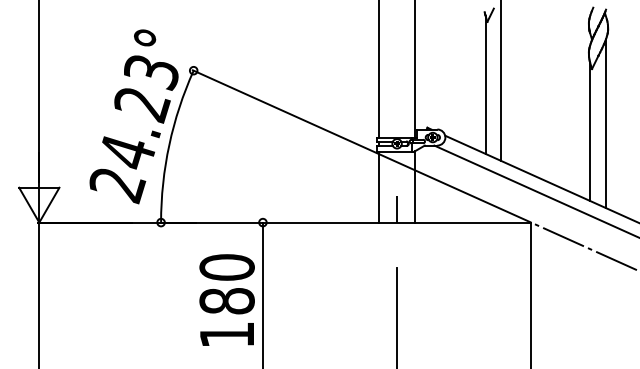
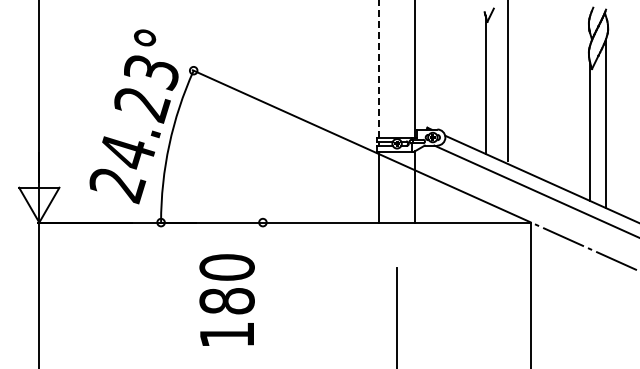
line at (378, 68): solid -> dashed
line at (500, 81) position: (500, 81) -> (507, 81)
line at (397, 209): present -> none
line at (262, 293): present -> none
